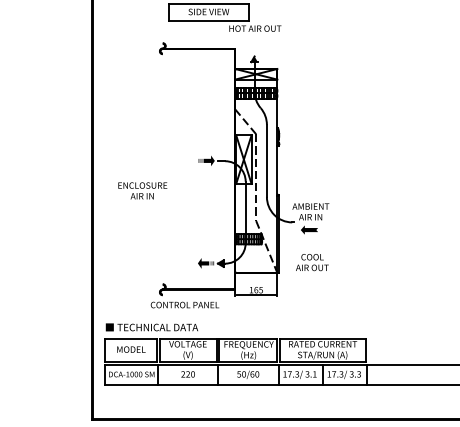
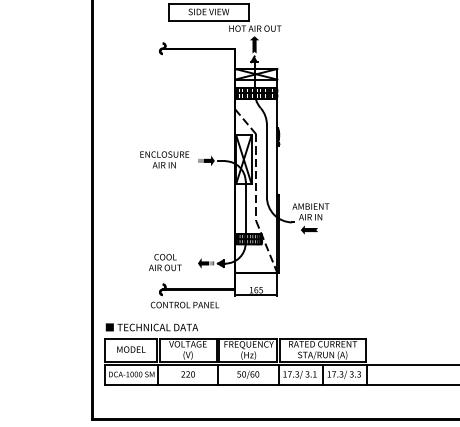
fill at (254, 44): none -> present
text at (142, 190) position: (142, 190) -> (164, 159)
text at (312, 262) position: (312, 262) -> (165, 262)
